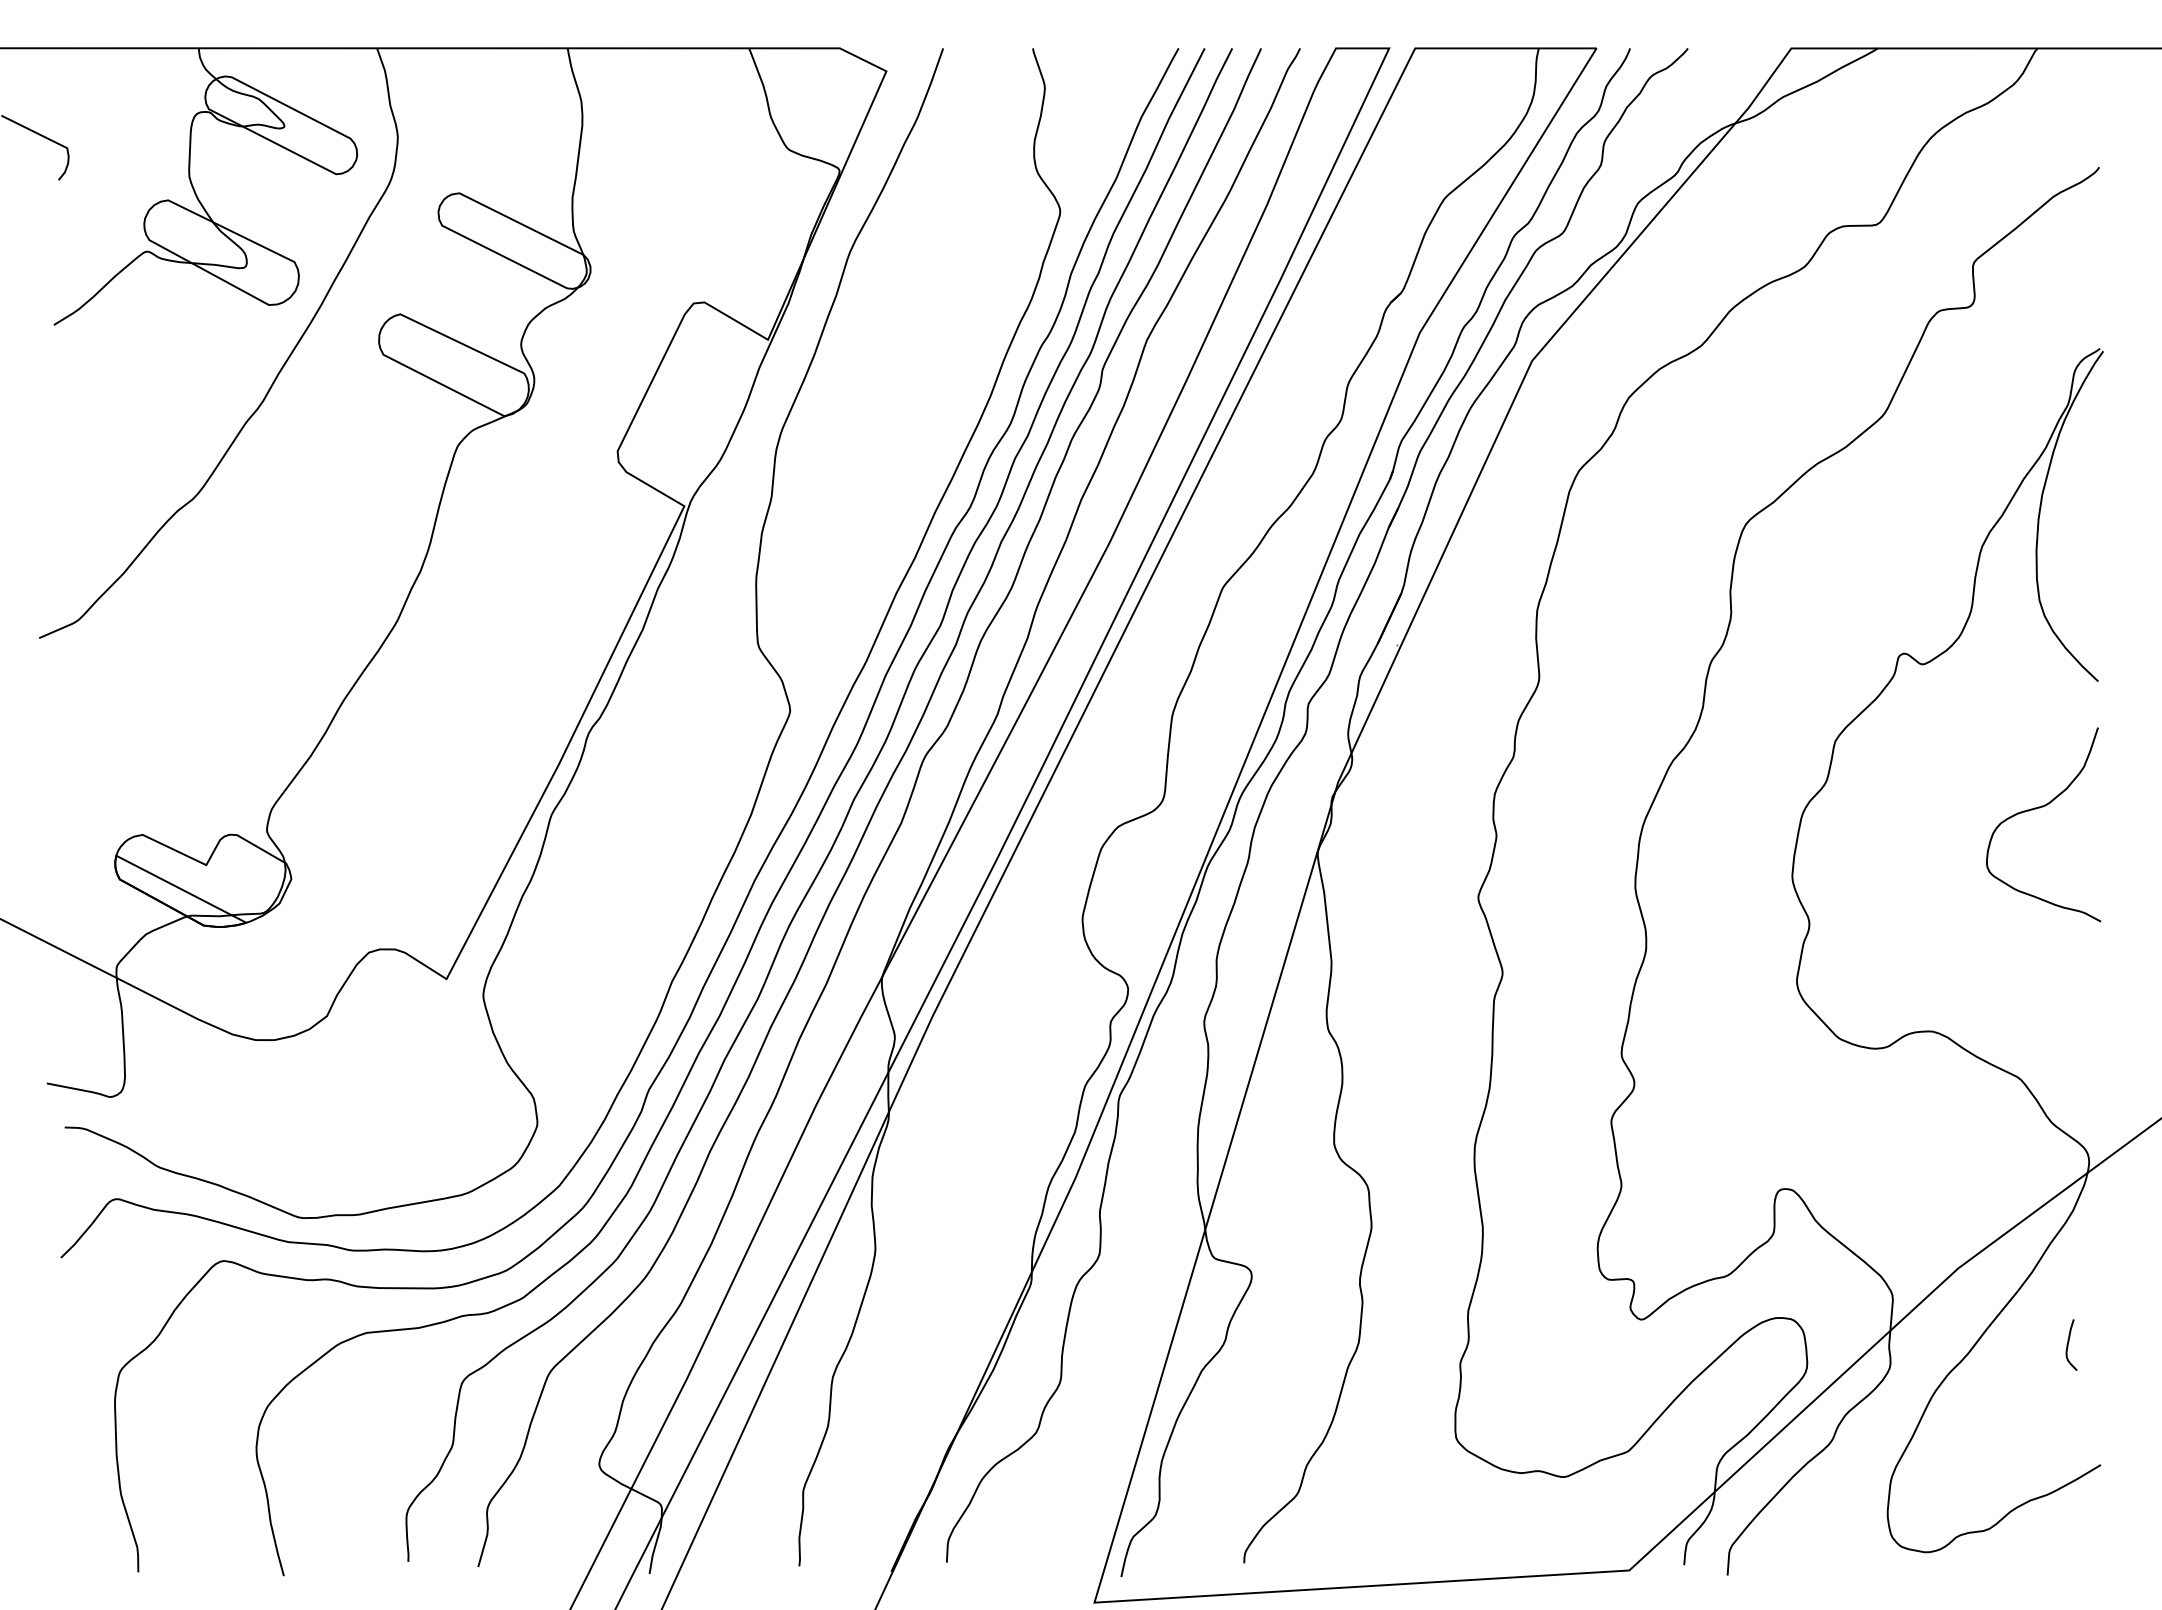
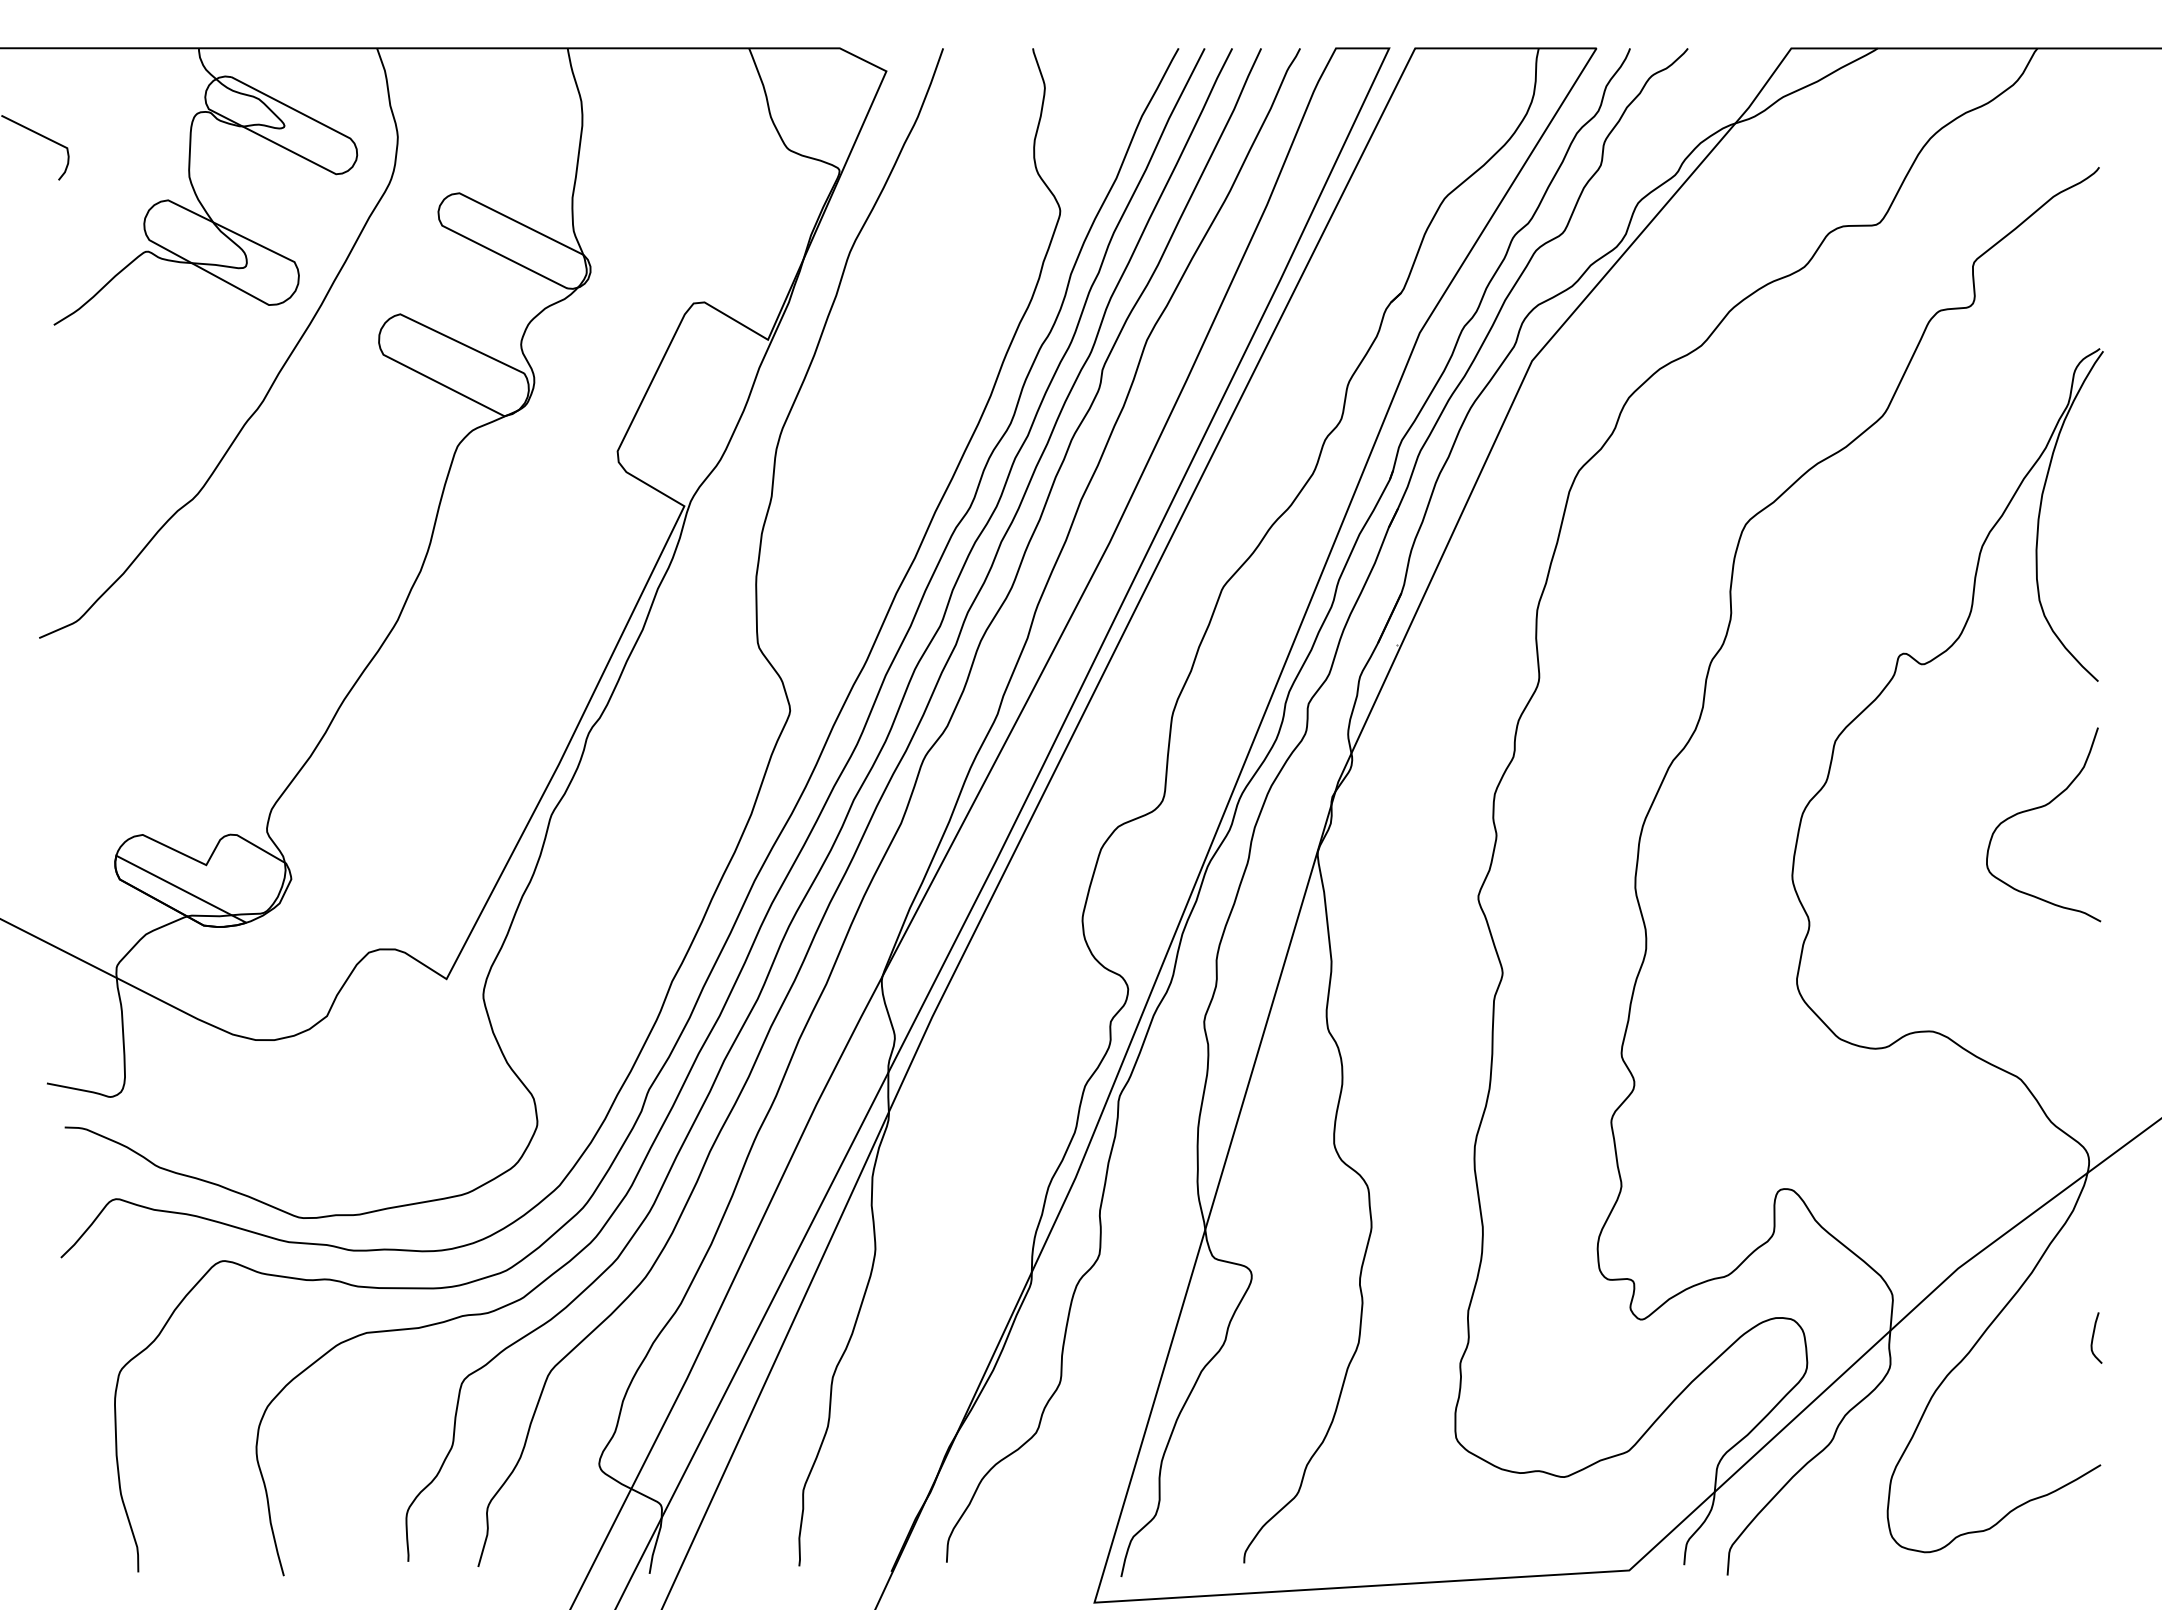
curve at (2069, 1342) position: (2069, 1342) -> (2094, 1335)
